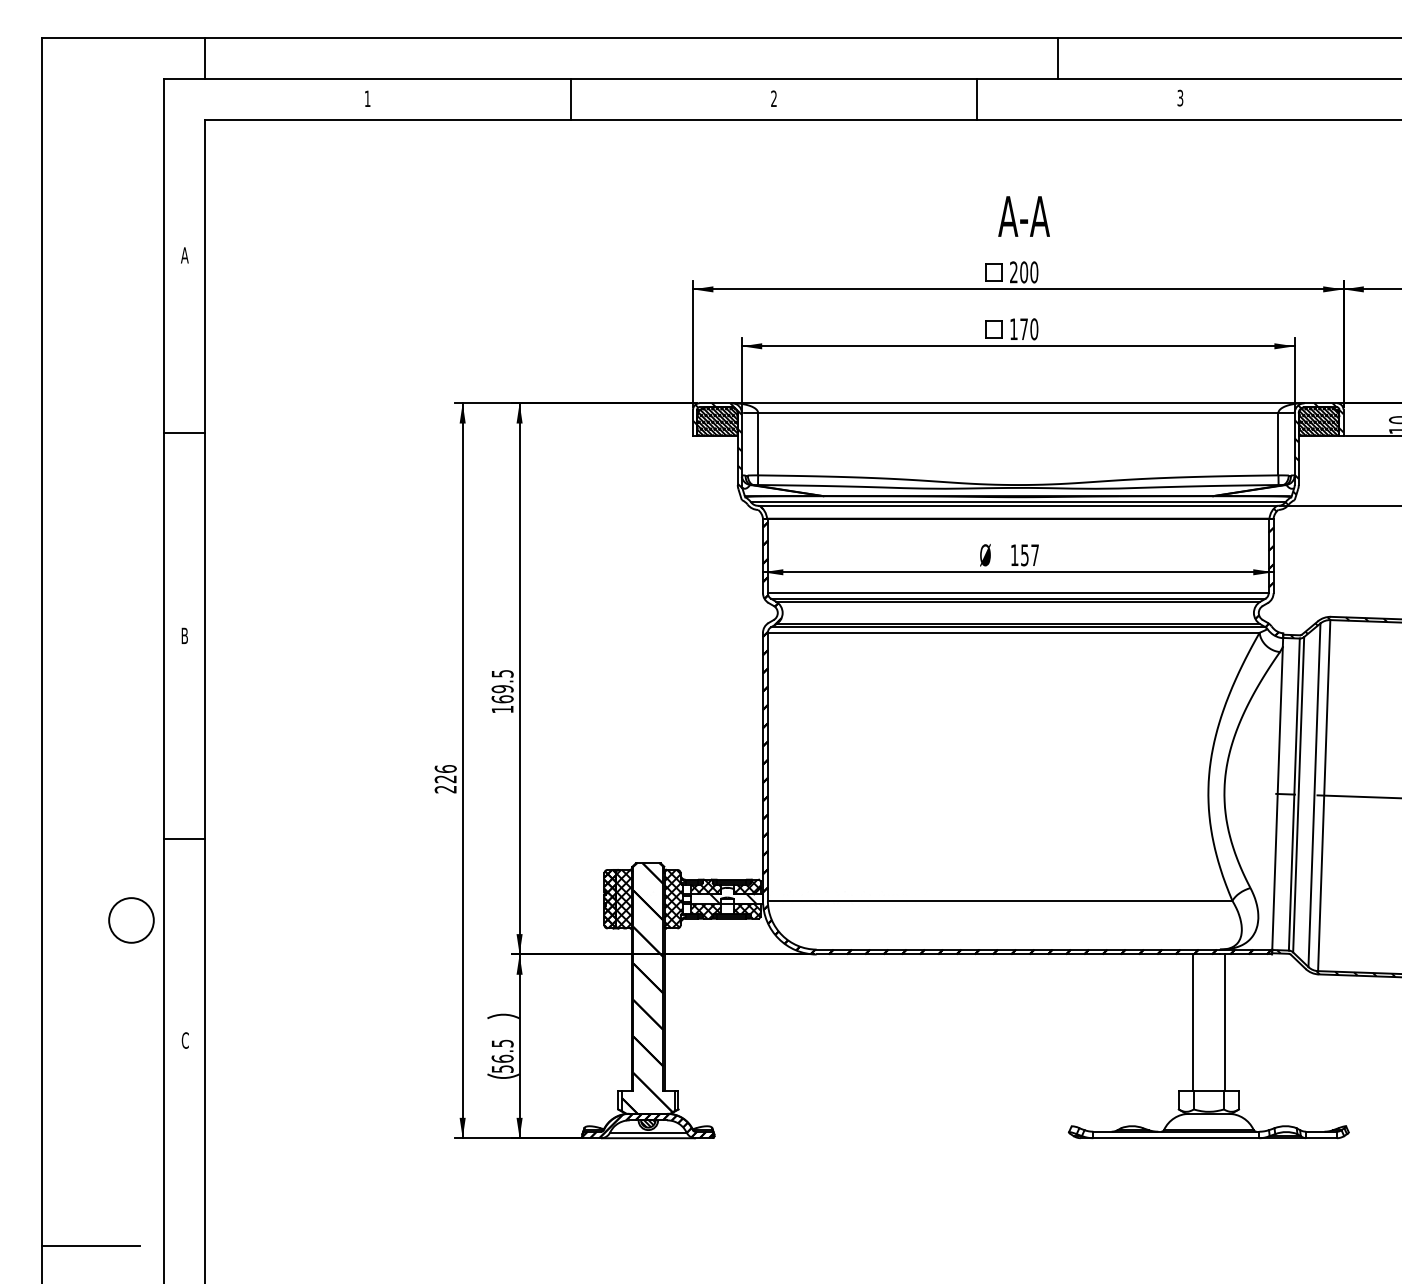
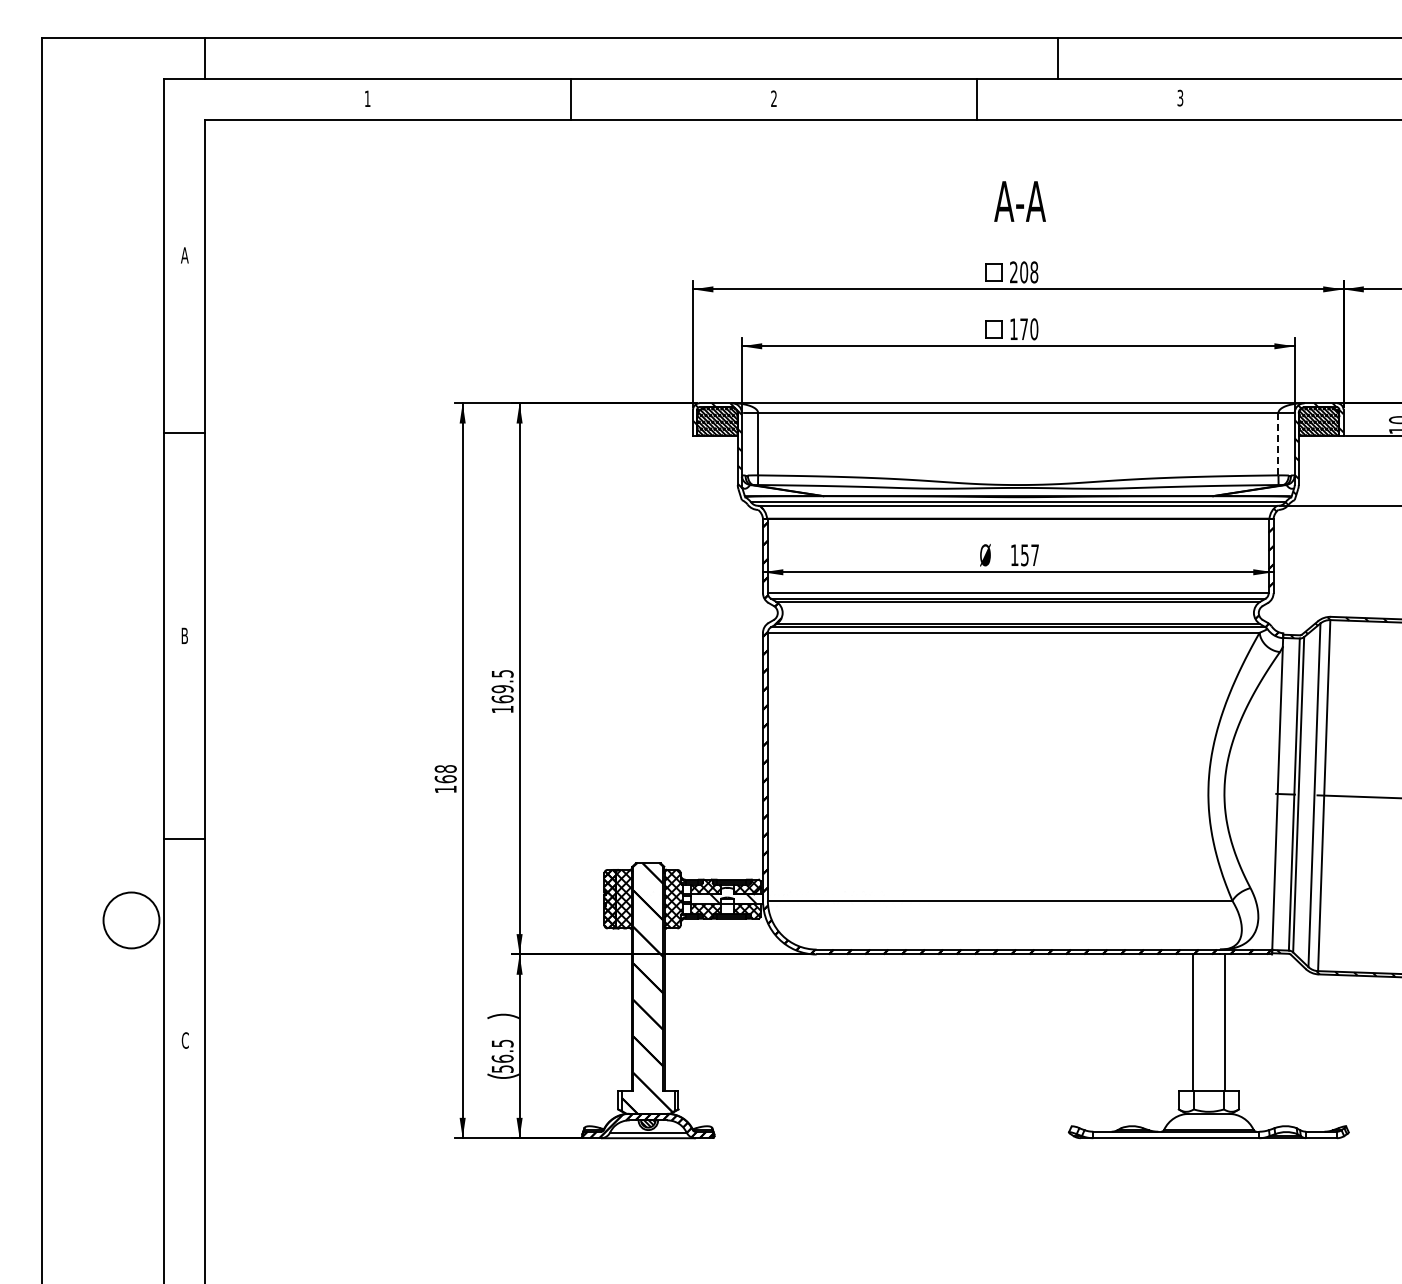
text at (1023, 216) position: (1023, 216) -> (1019, 201)
text at (1034, 272): 200 -> 208
line at (1278, 444): solid -> dashed
text at (445, 779): 226 -> 168
circle at (131, 920) diameter: 45 px -> 56 px
line at (90, 1245): present -> none
